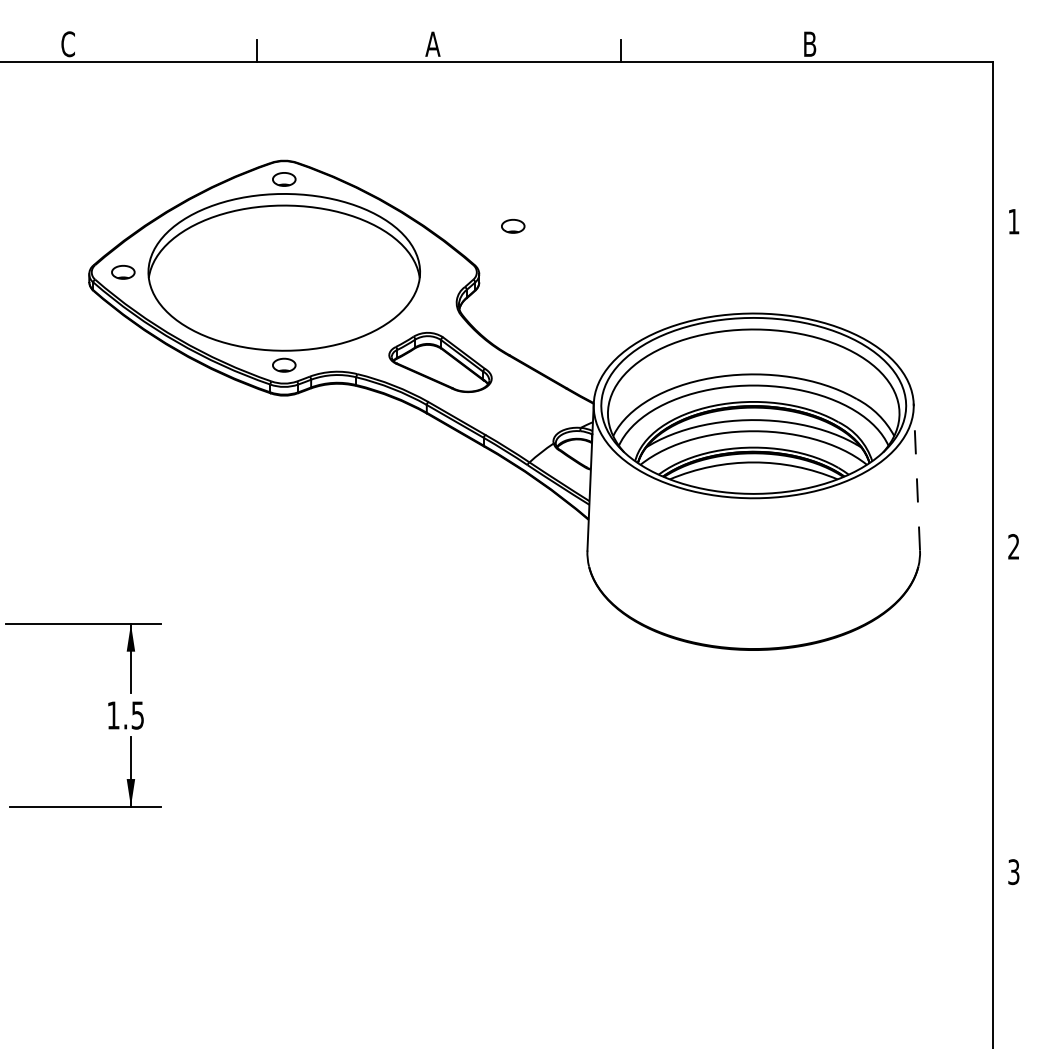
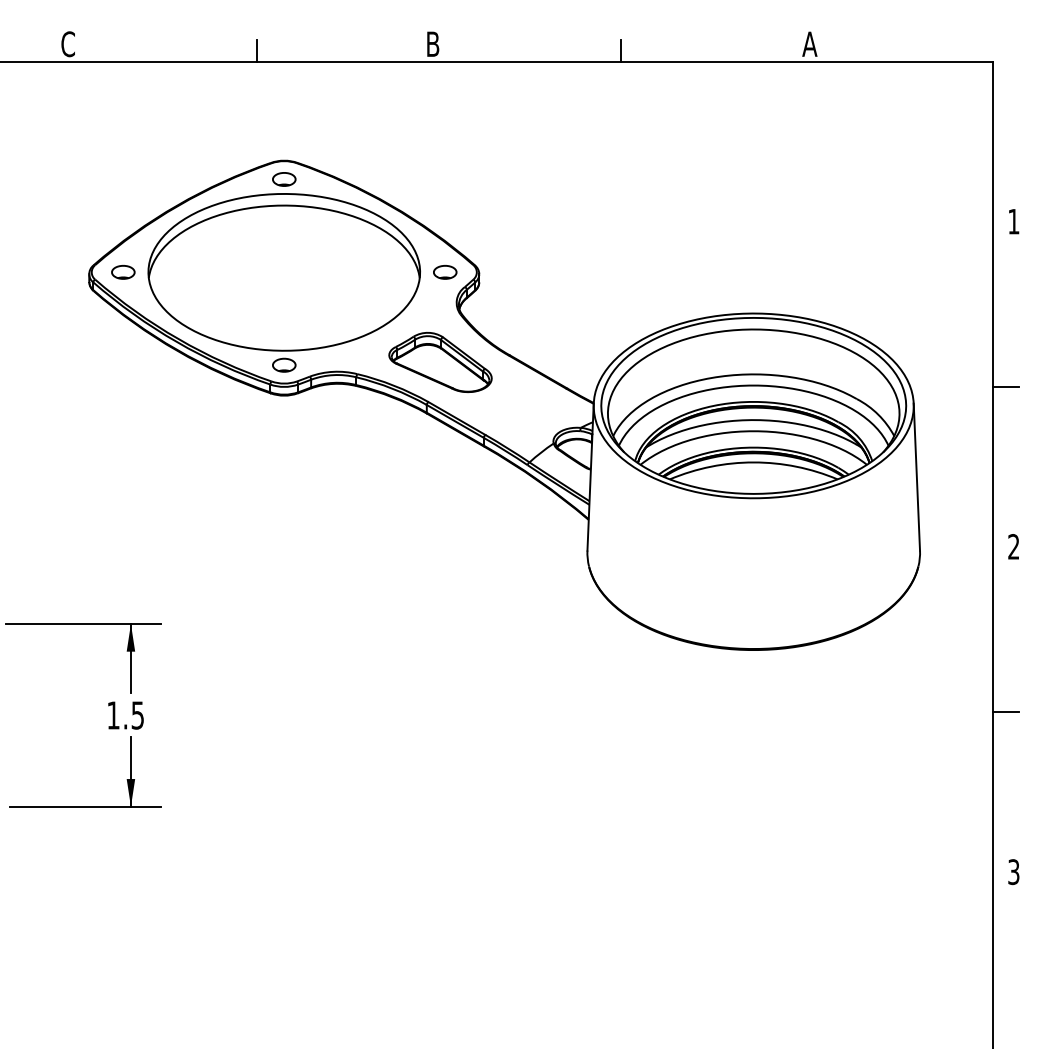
text at (432, 43): A -> B
text at (809, 43): B -> A
part at (513, 226) position: (513, 226) -> (445, 272)
line at (1005, 387): none -> present
line at (916, 477): dashed -> solid
line at (1005, 712): none -> present
